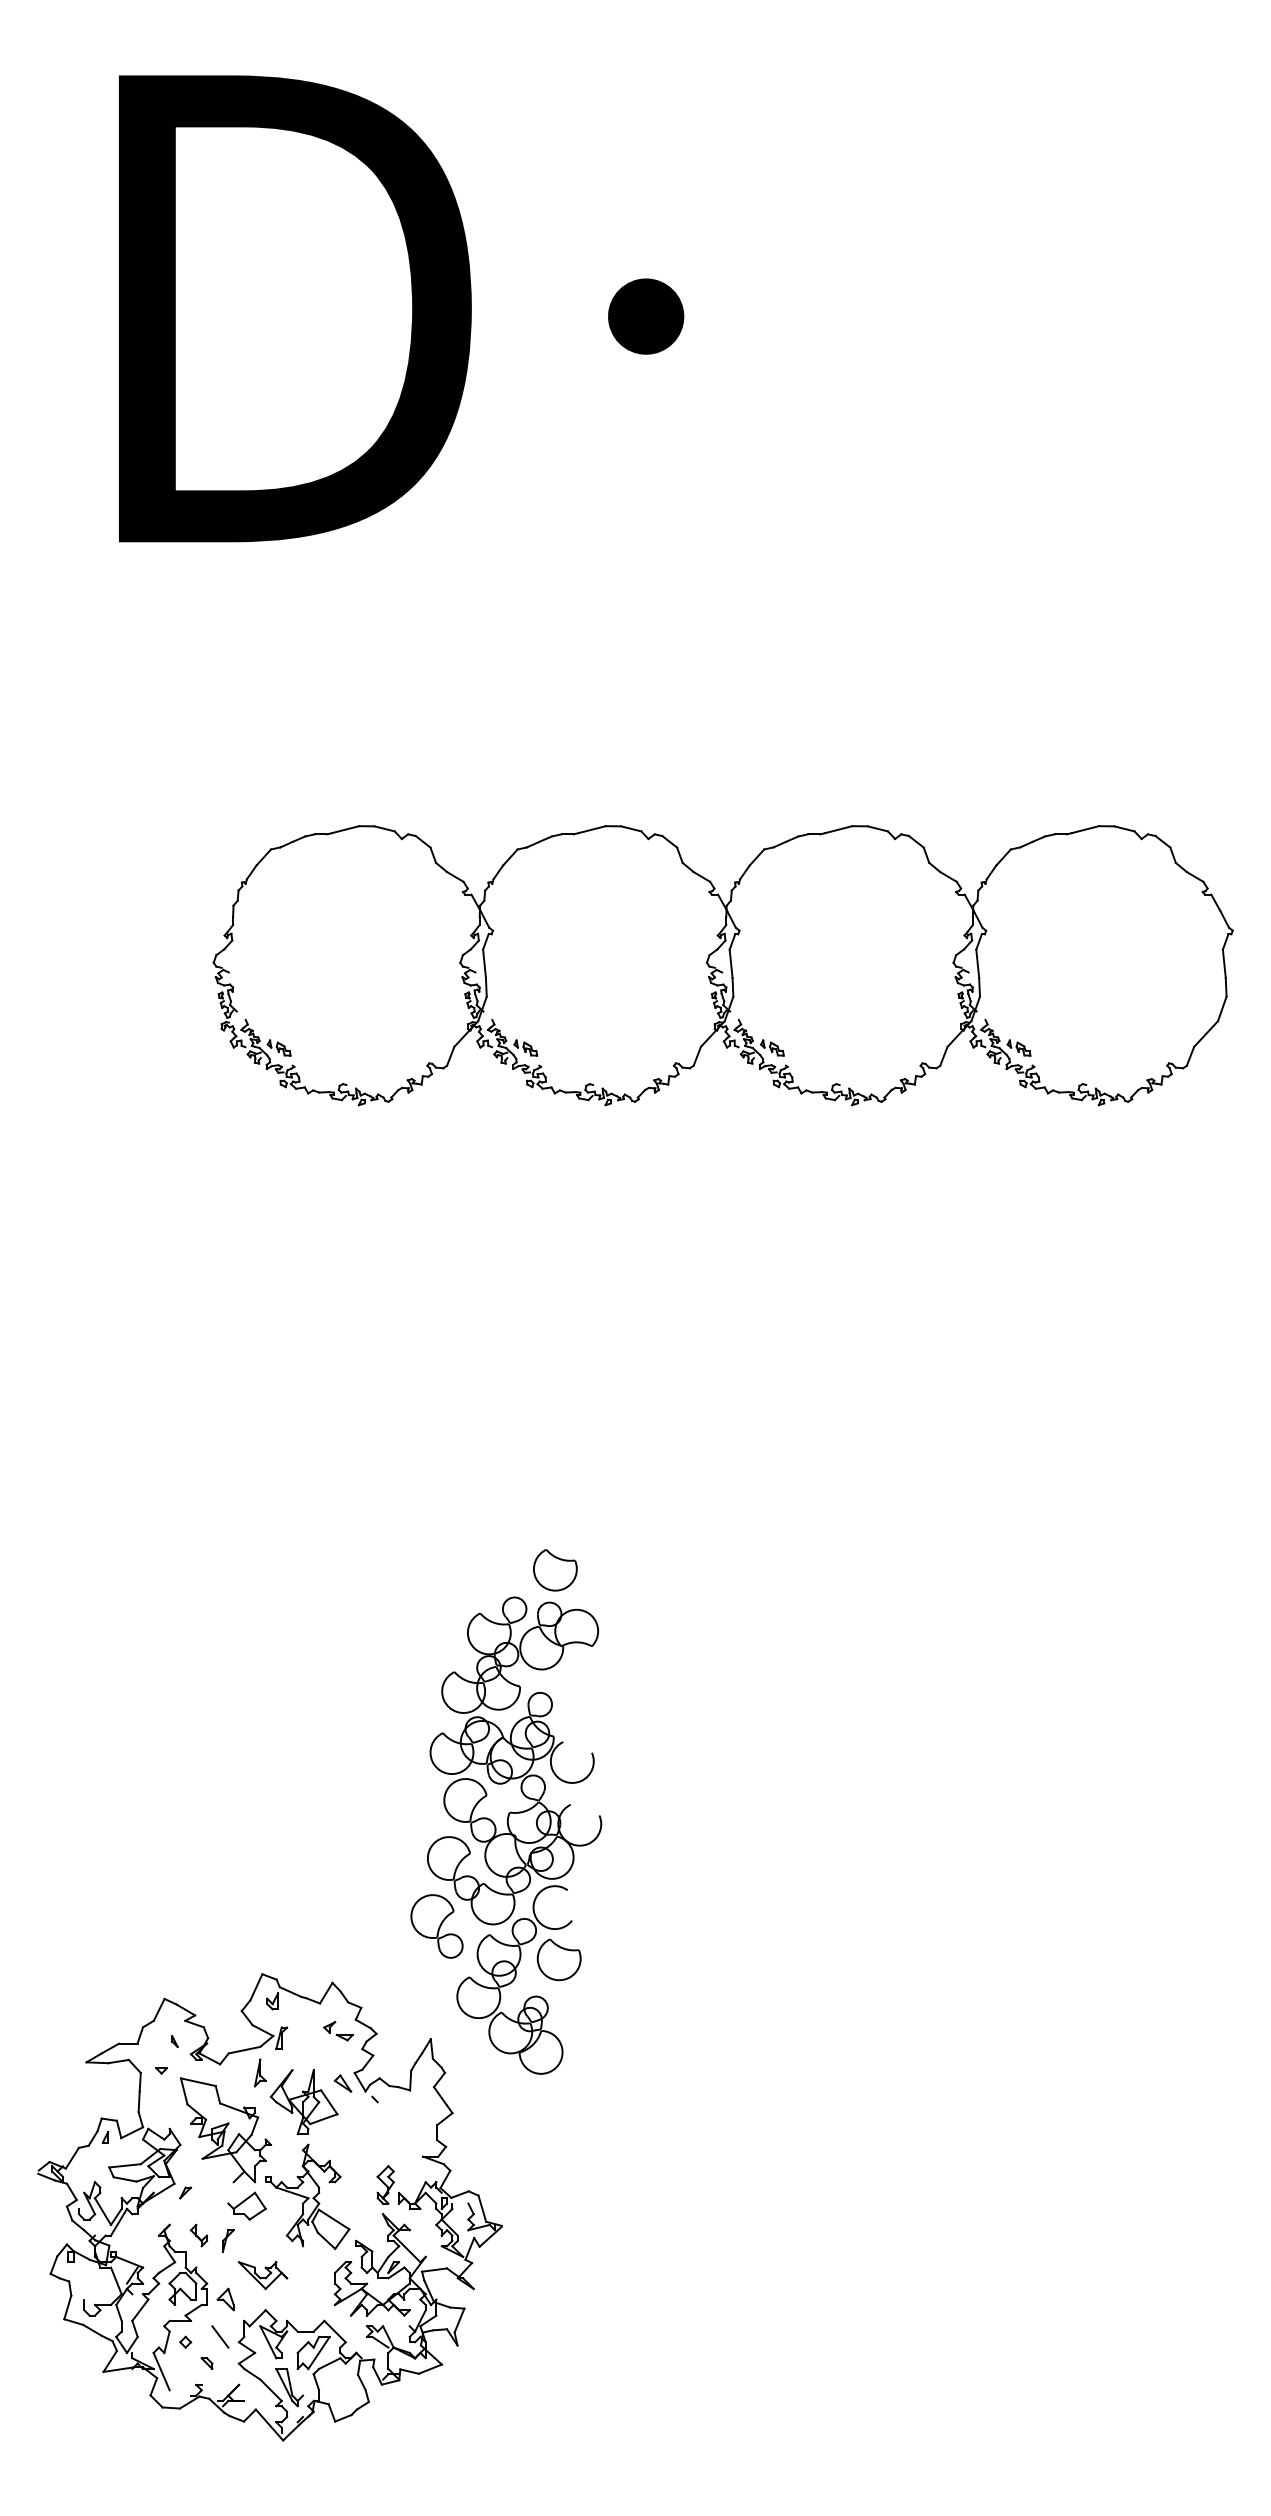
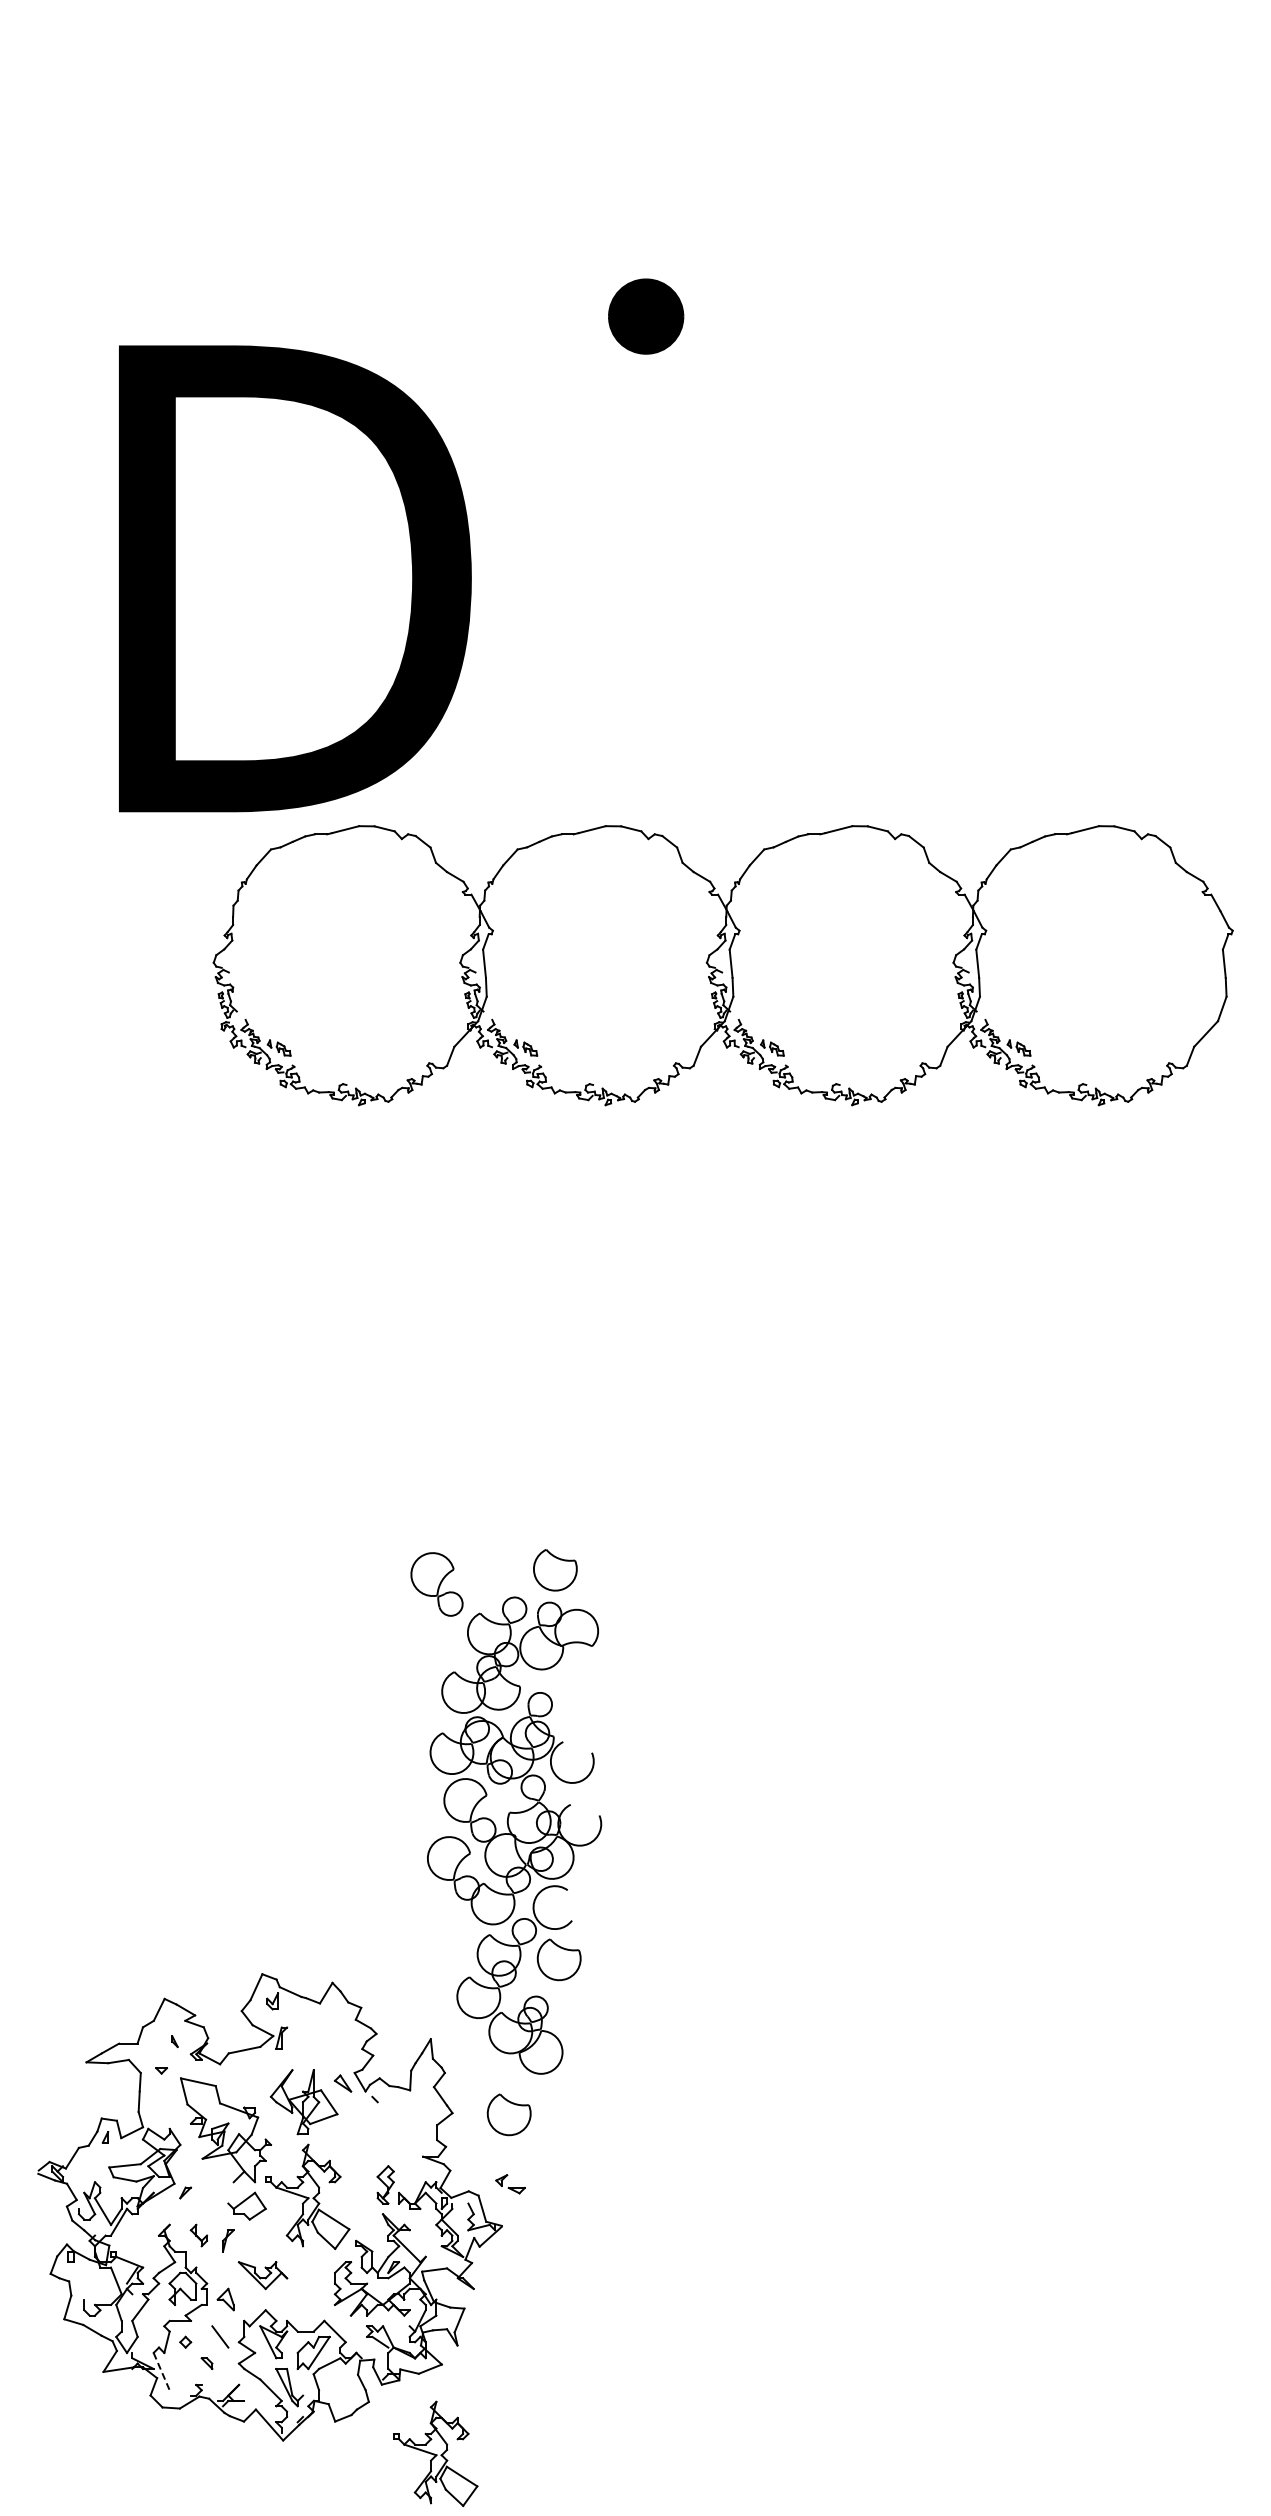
text at (295, 308) position: (295, 308) -> (295, 578)
part at (436, 1926) position: (436, 1926) -> (436, 1584)
part at (338, 2031) position: (338, 2031) -> (510, 2184)
part at (259, 2072): present -> none
part at (508, 2114): none -> present
line at (161, 2372): solid -> dashed
part at (435, 2453): none -> present
